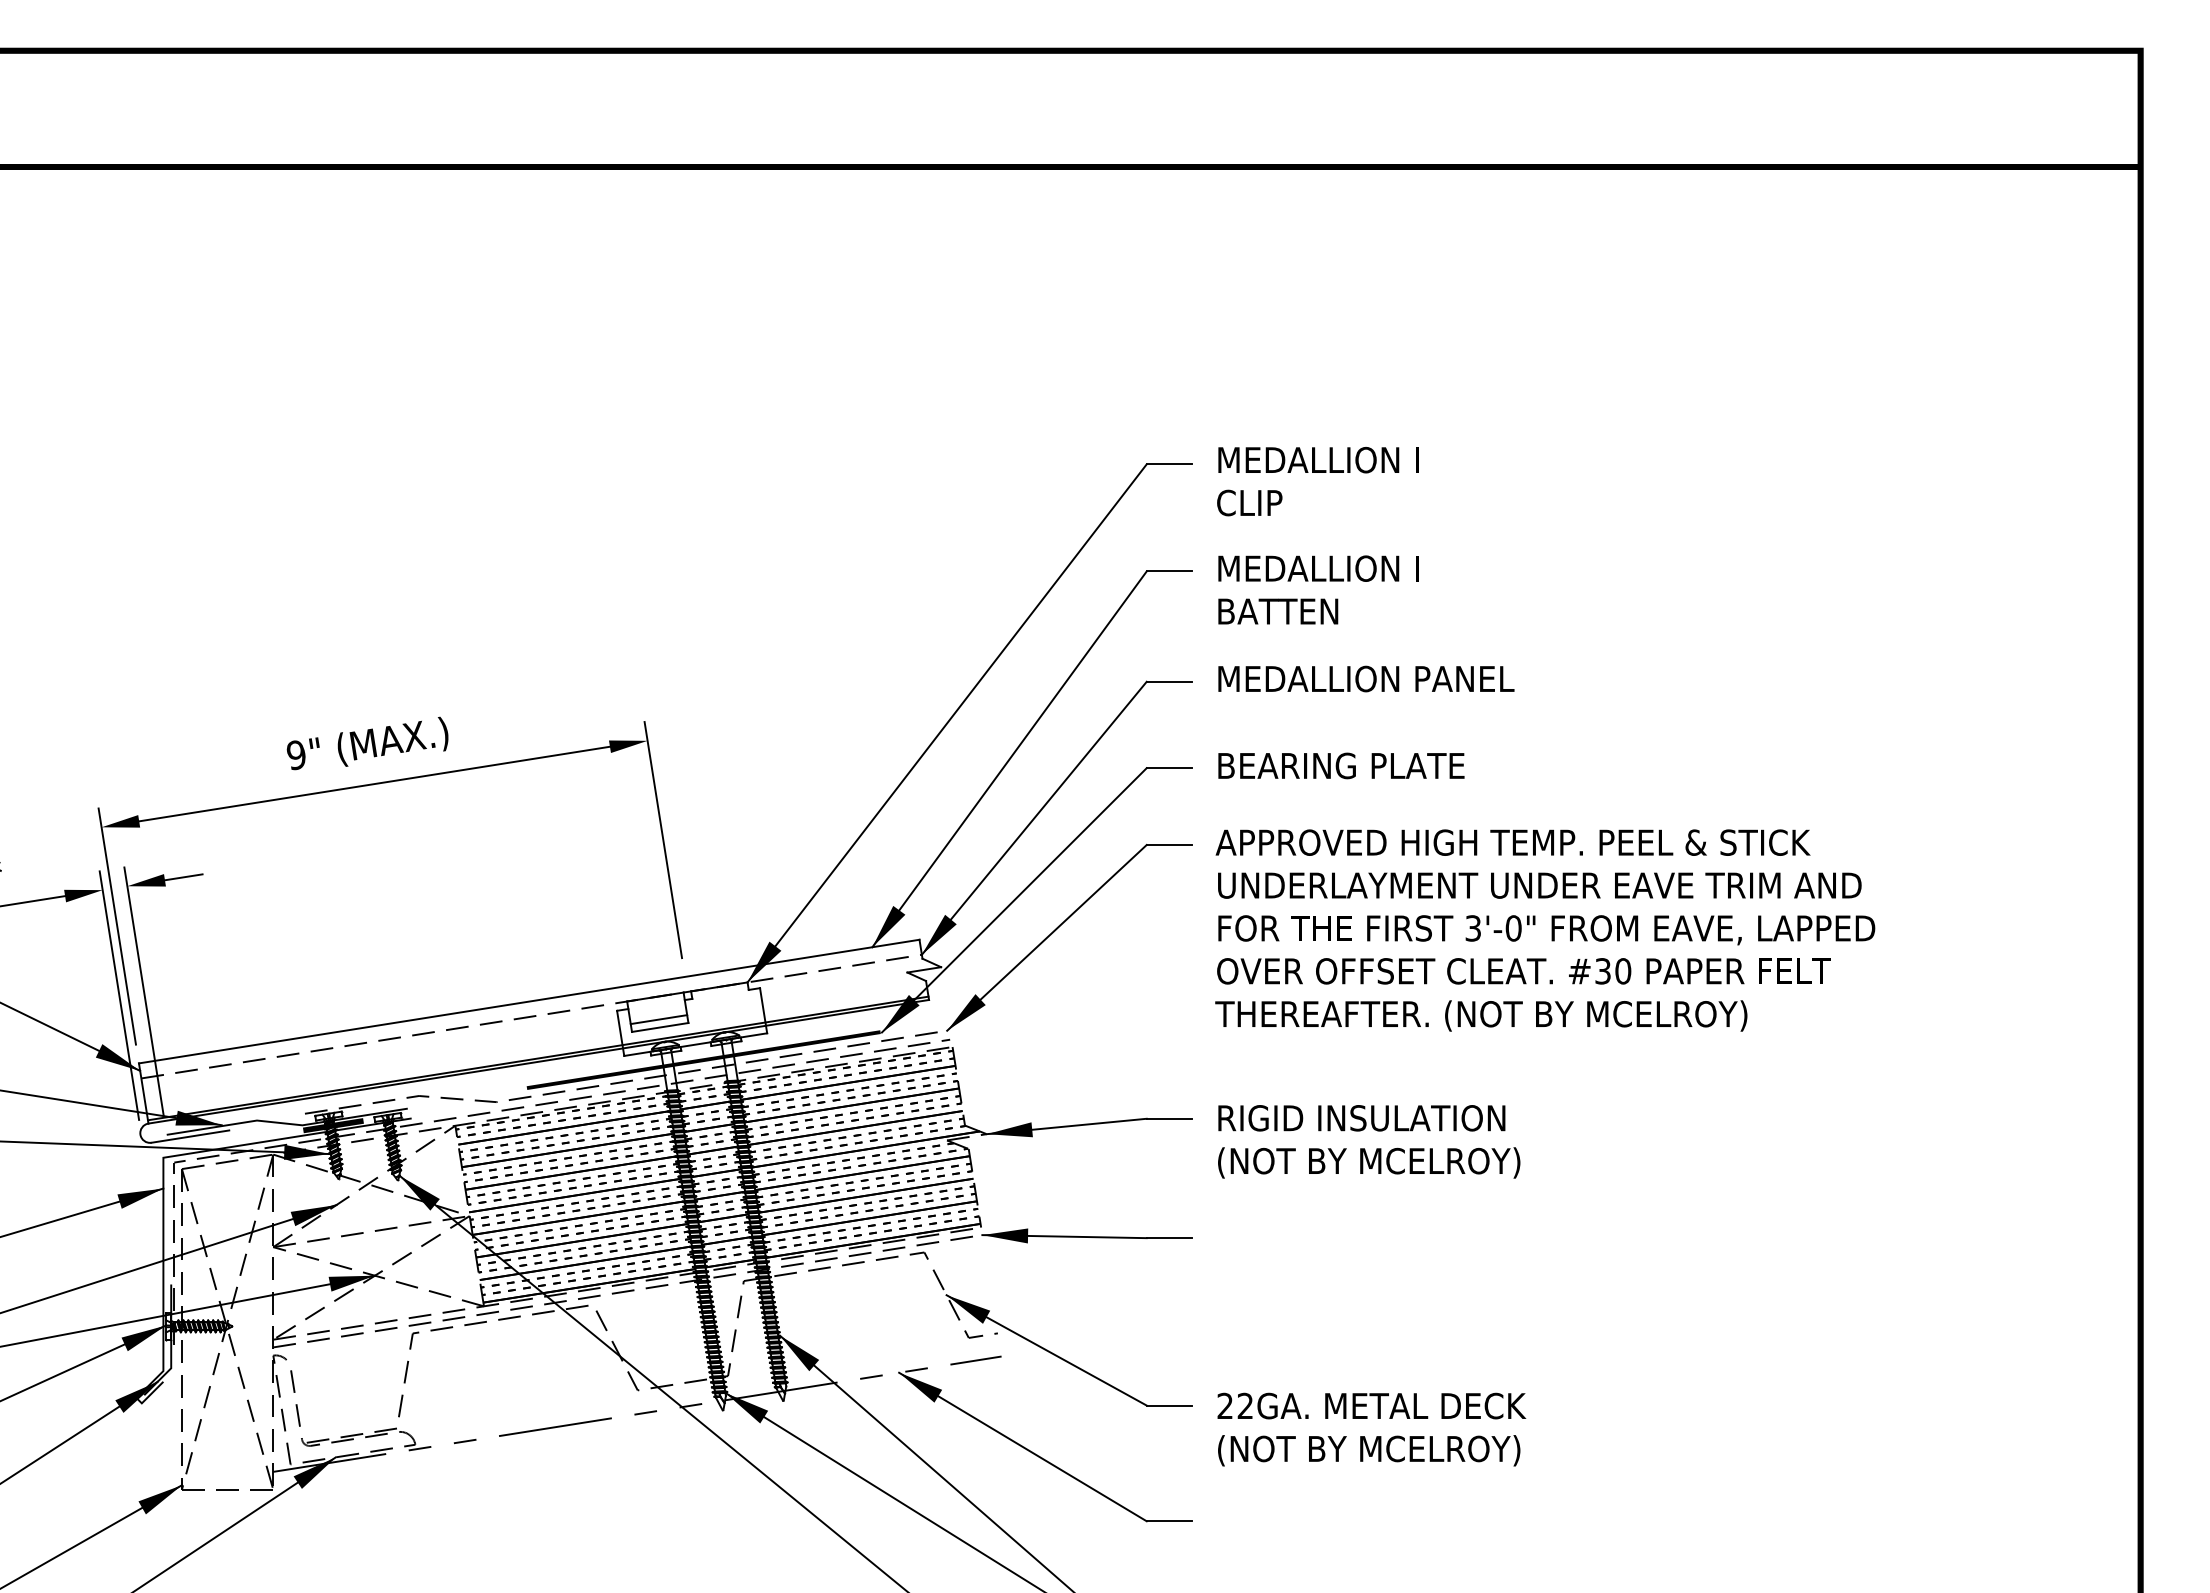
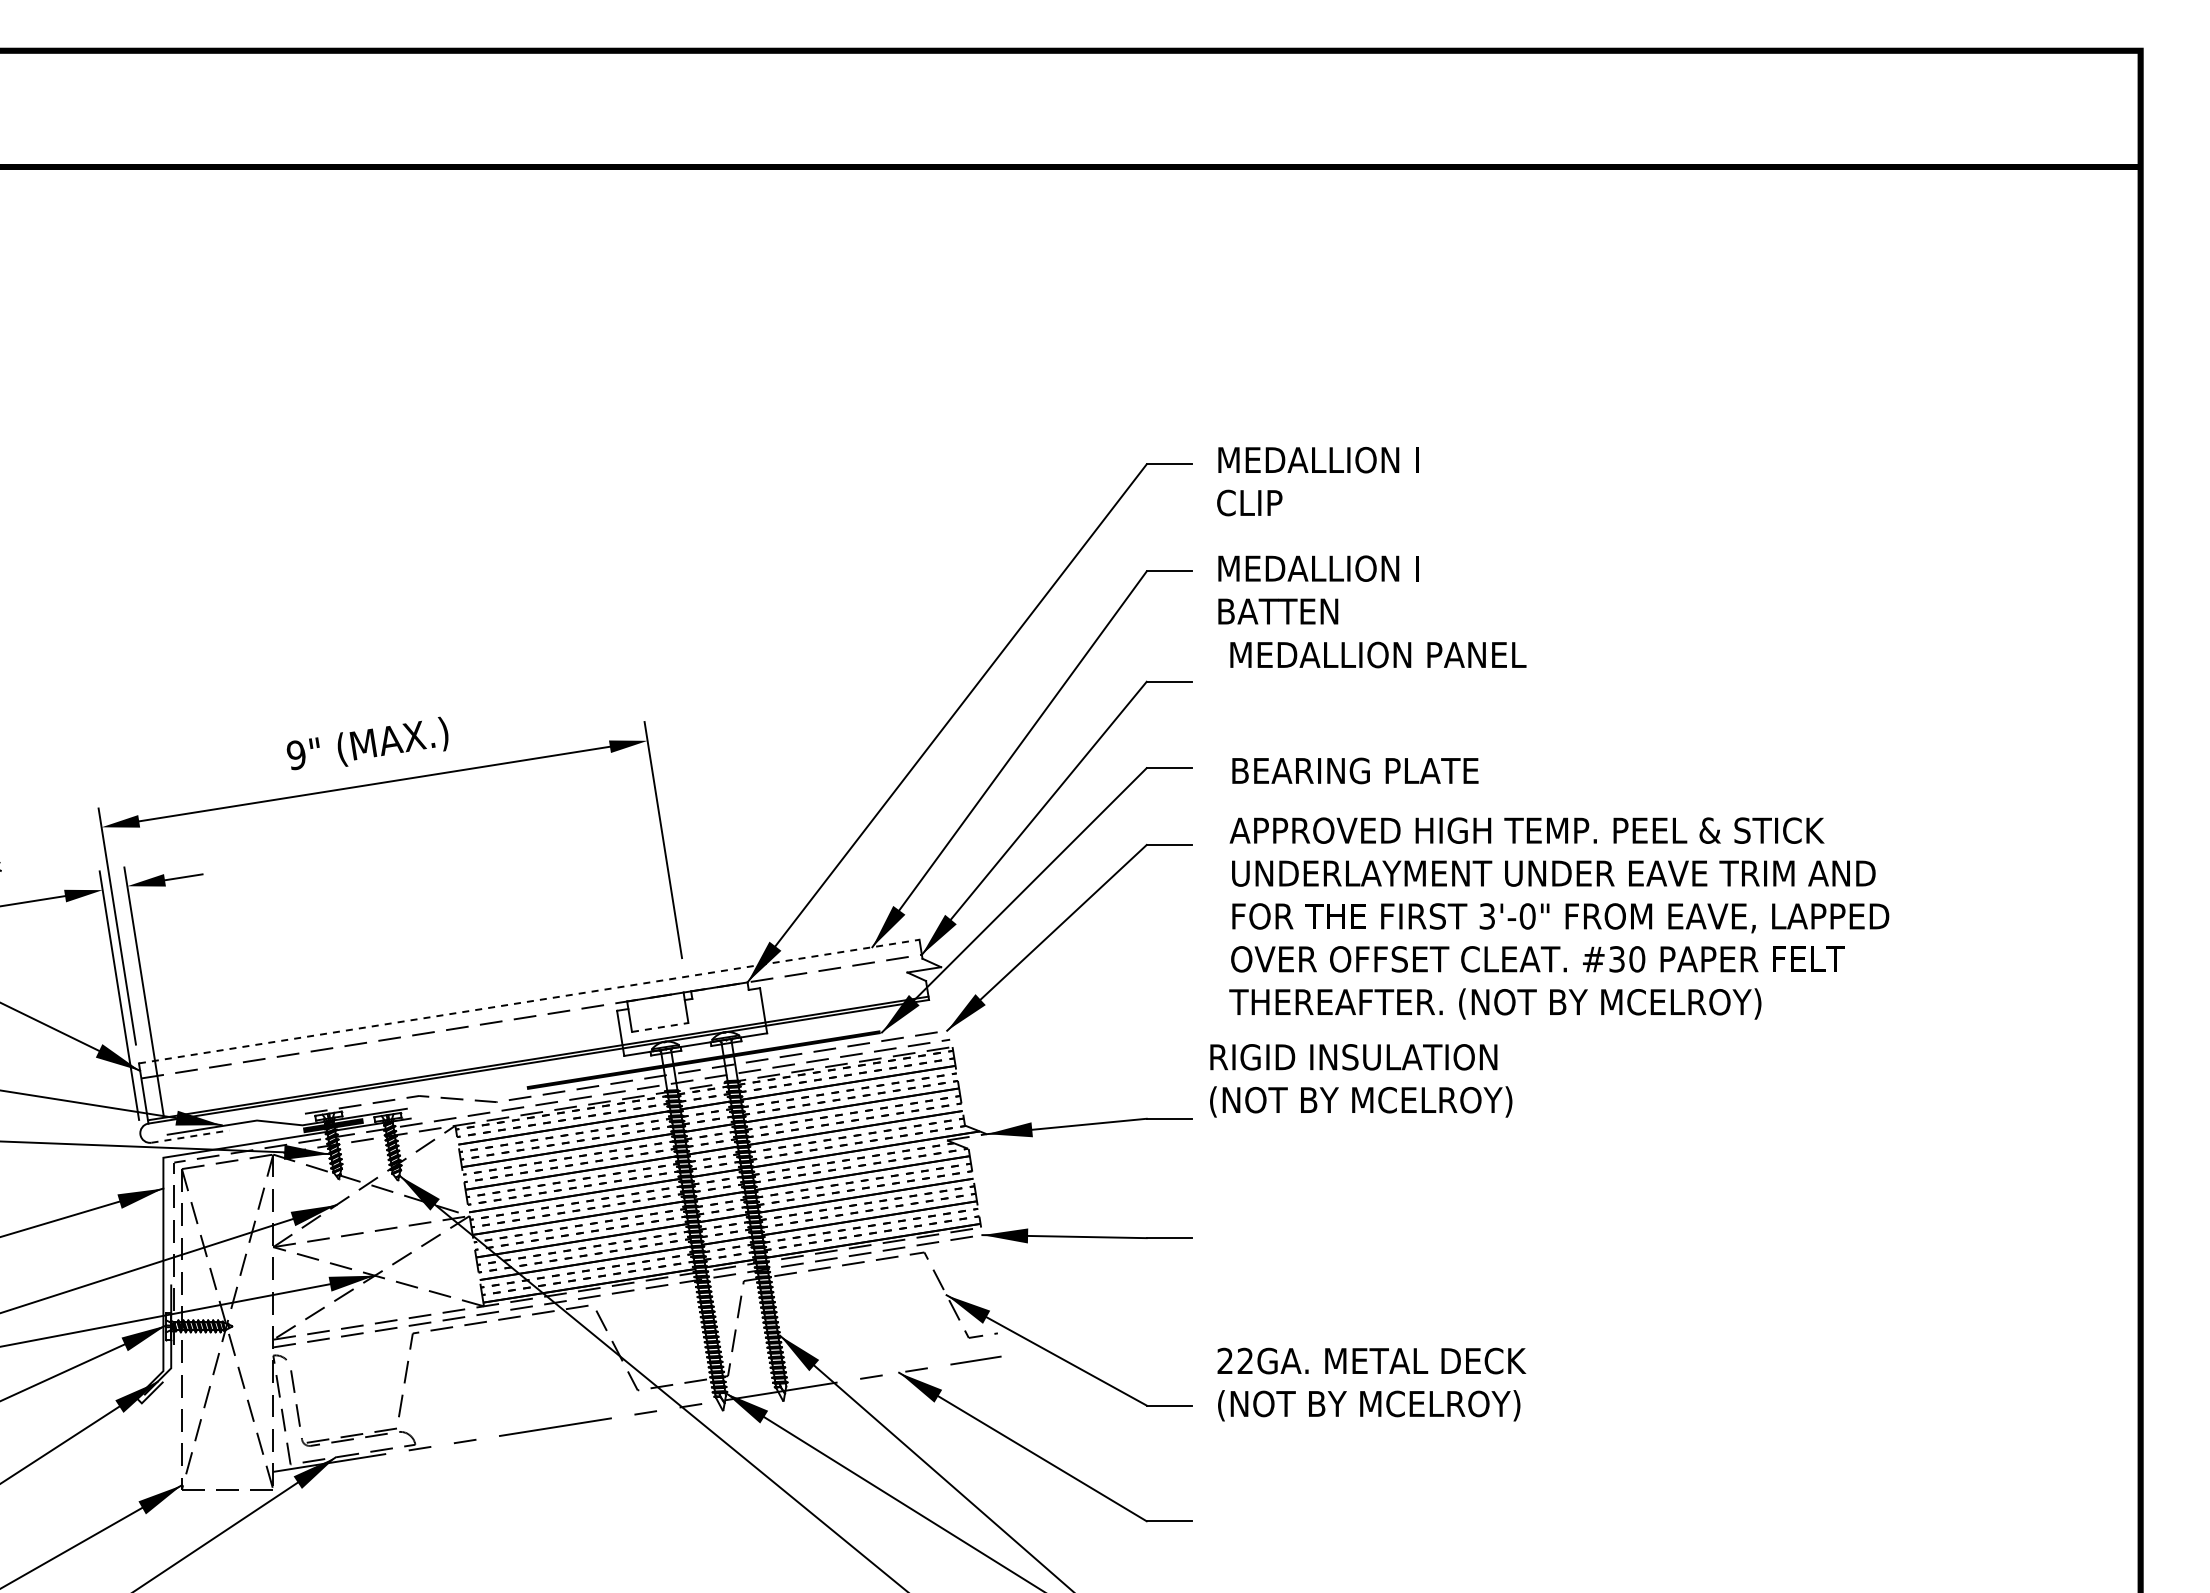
text at (1366, 678) position: (1366, 678) -> (1378, 654)
text at (1341, 765) position: (1341, 765) -> (1355, 770)
text at (1545, 930) position: (1545, 930) -> (1559, 918)
line at (529, 1001): solid -> dashed
line at (658, 1019): present -> none
line at (660, 1027): solid -> dashed
line at (190, 1136): solid -> dashed
text at (1369, 1141) position: (1369, 1141) -> (1361, 1080)
text at (1371, 1429) position: (1371, 1429) -> (1371, 1384)
